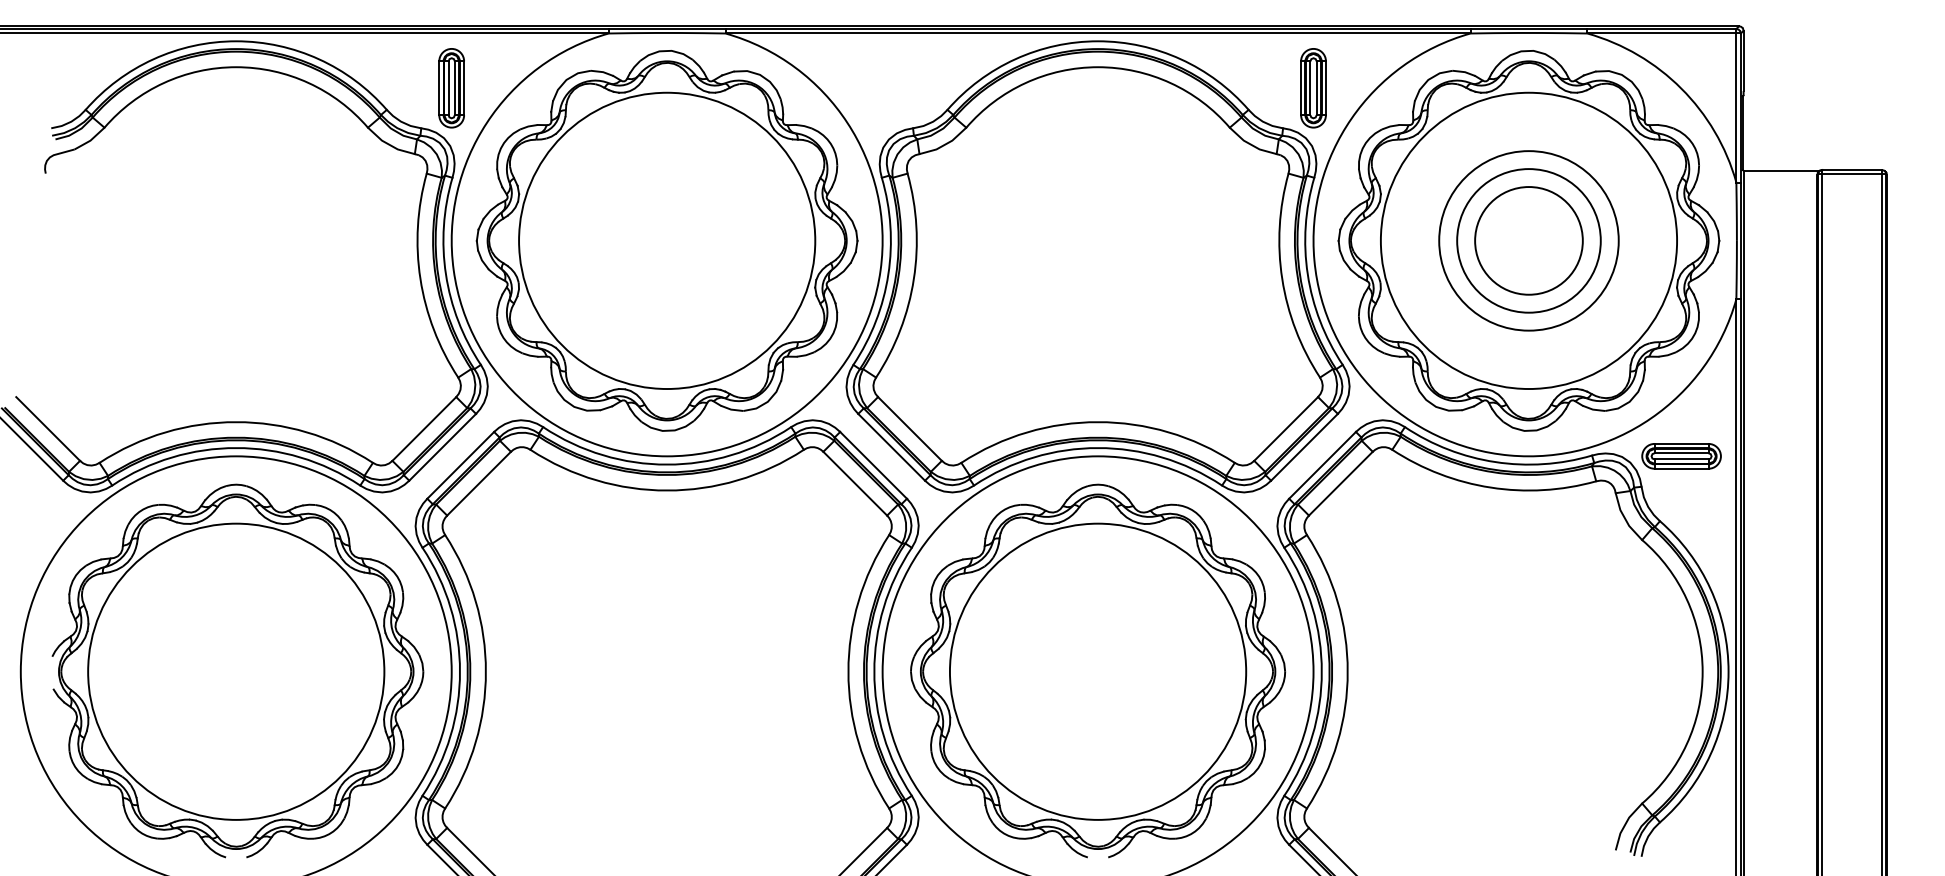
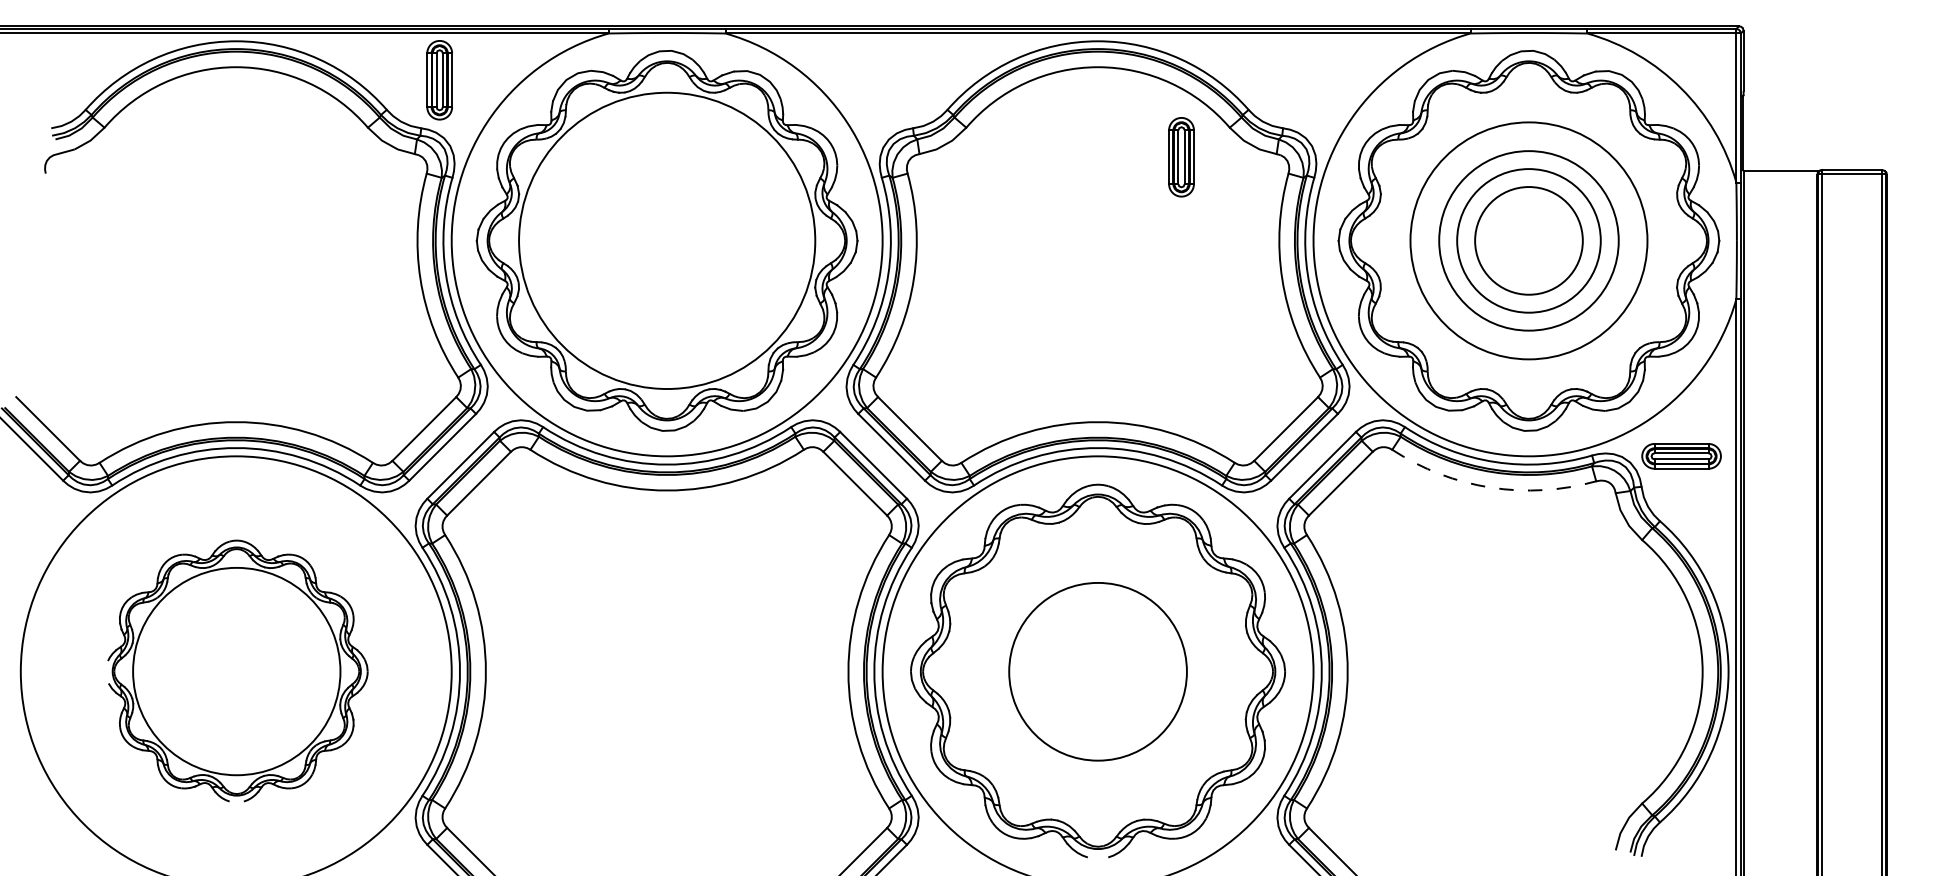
part at (451, 88) position: (451, 88) -> (439, 80)
part at (1313, 88) position: (1313, 88) -> (1181, 157)
circle at (1528, 240) diameter: 296 px -> 237 px
arc at (1490, 487): solid -> dashed
part at (237, 670) size: 374x376 px -> 262x264 px
circle at (1097, 671) diameter: 296 px -> 178 px
